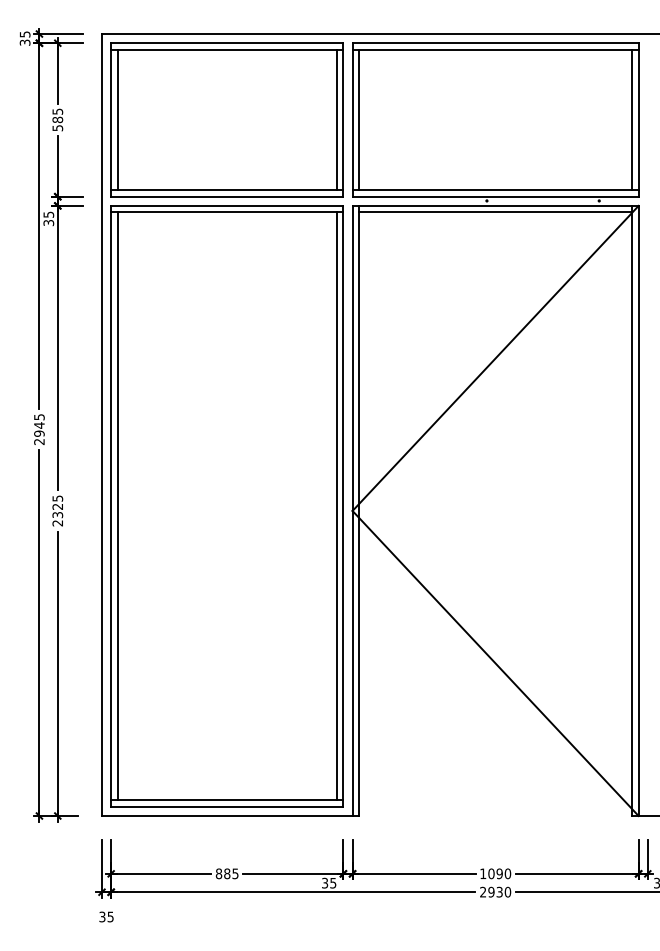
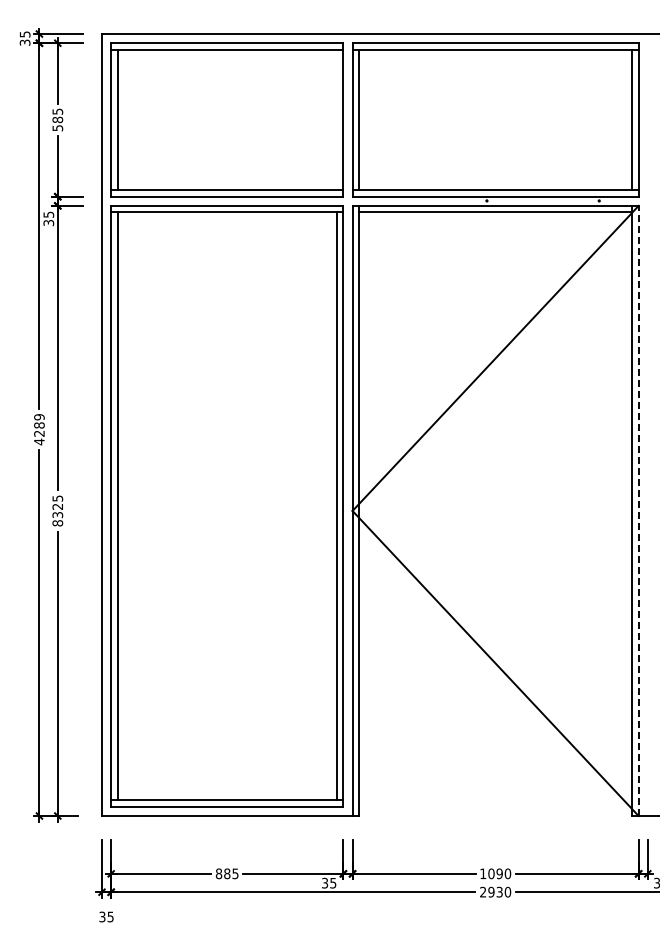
line at (336, 119): present -> none
text at (39, 429): 2945 -> 4289
line at (638, 510): solid -> dashed
text at (57, 523): 2325 -> 8325
